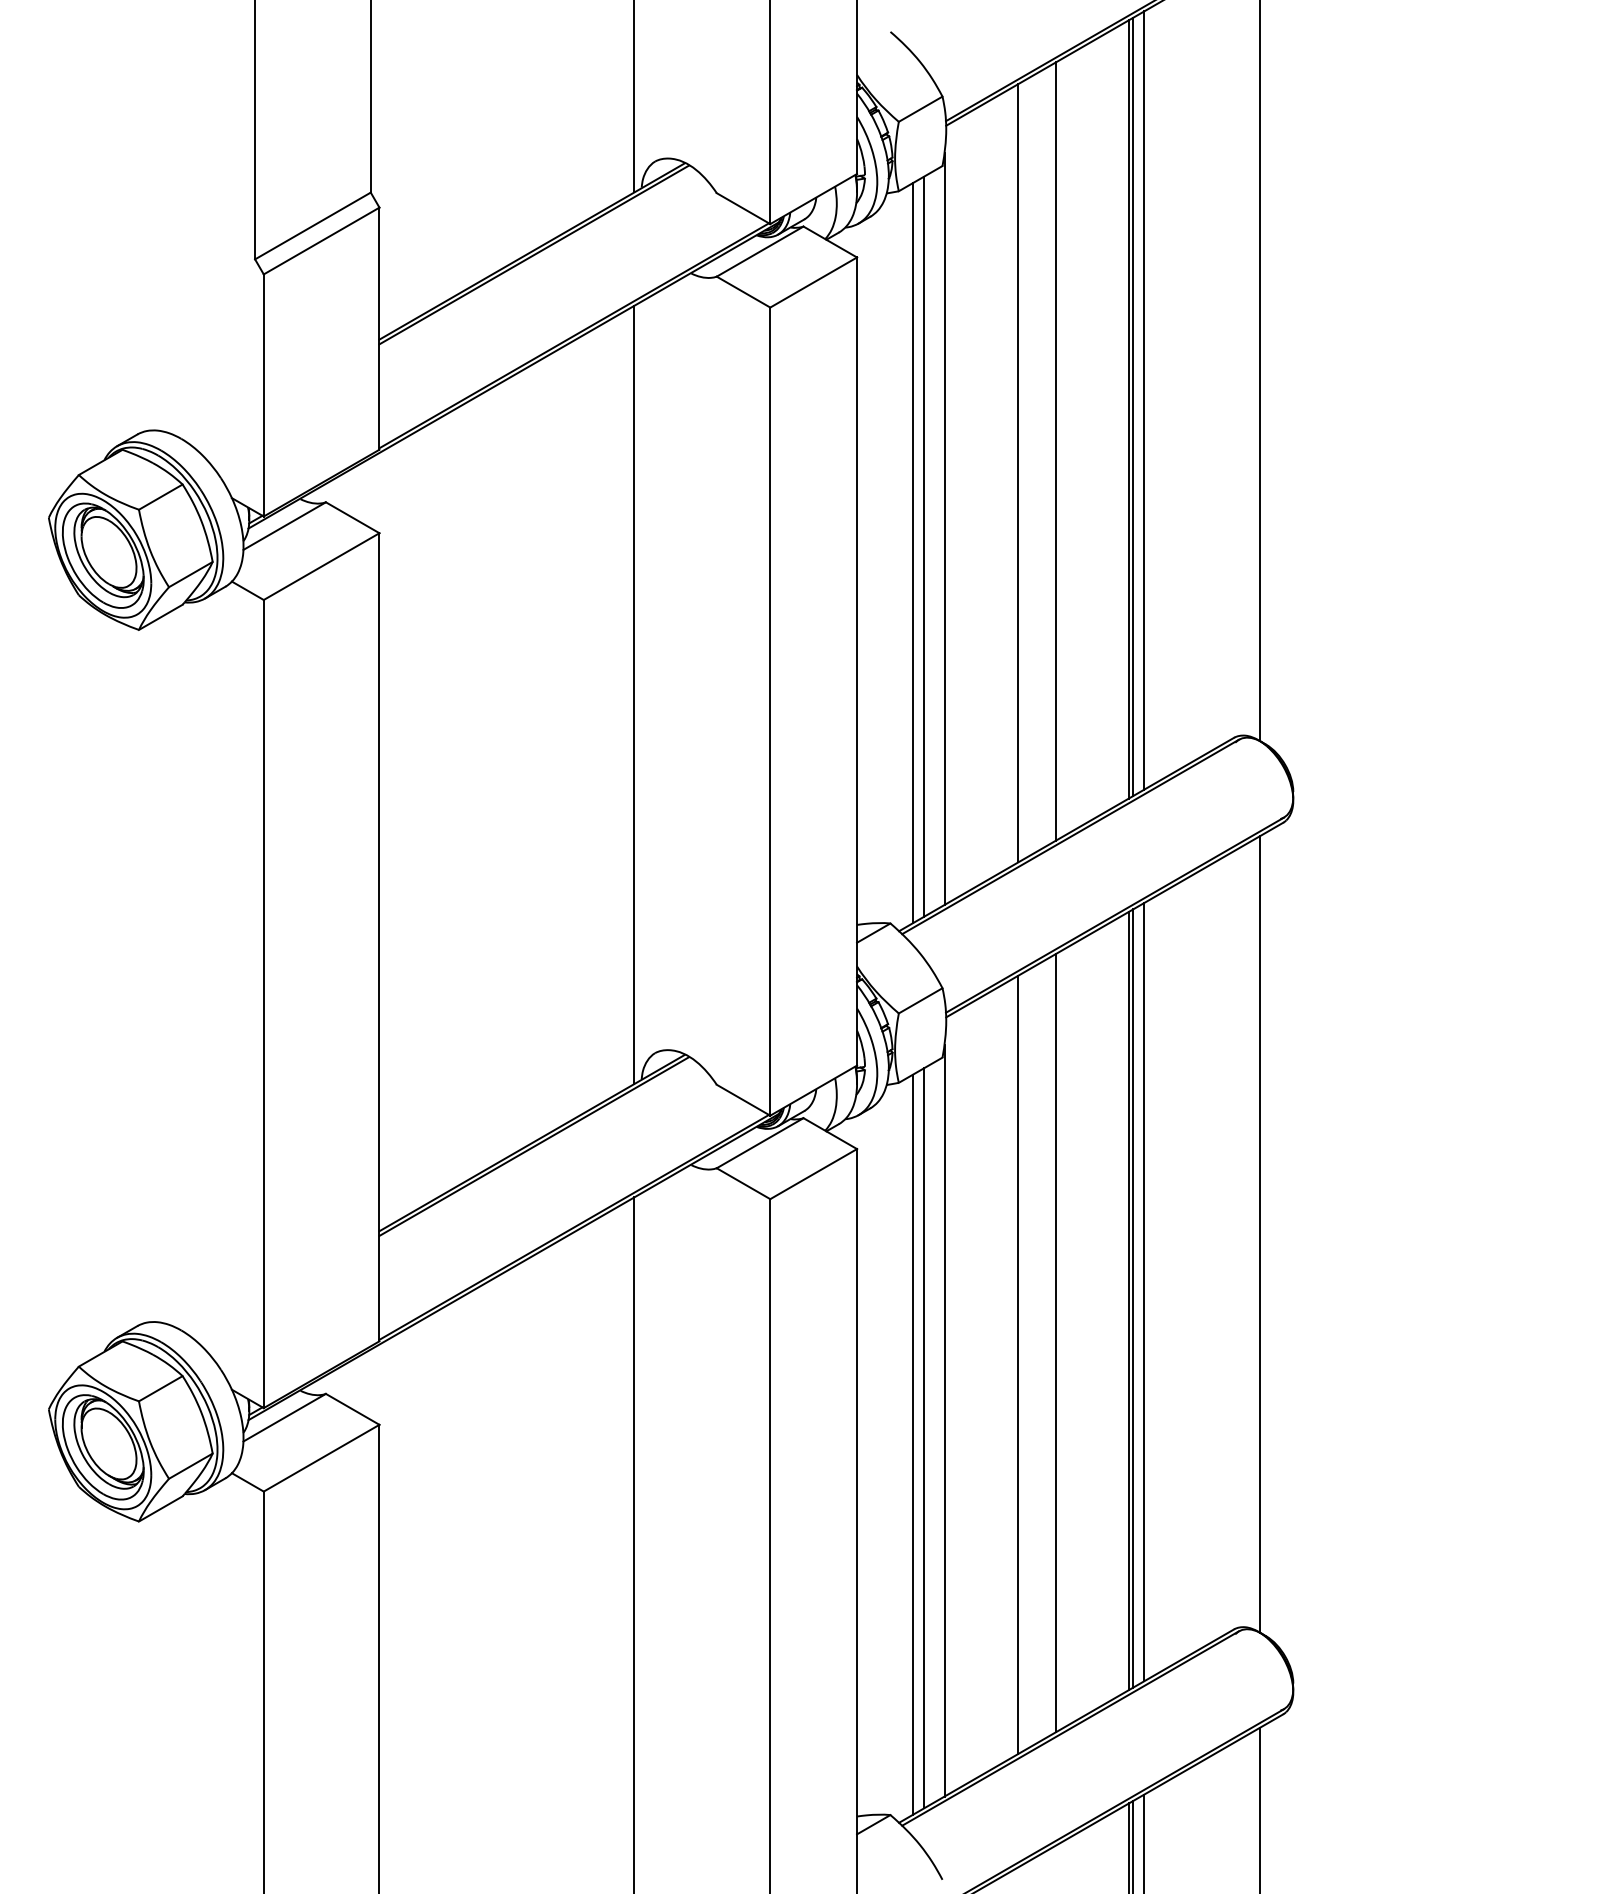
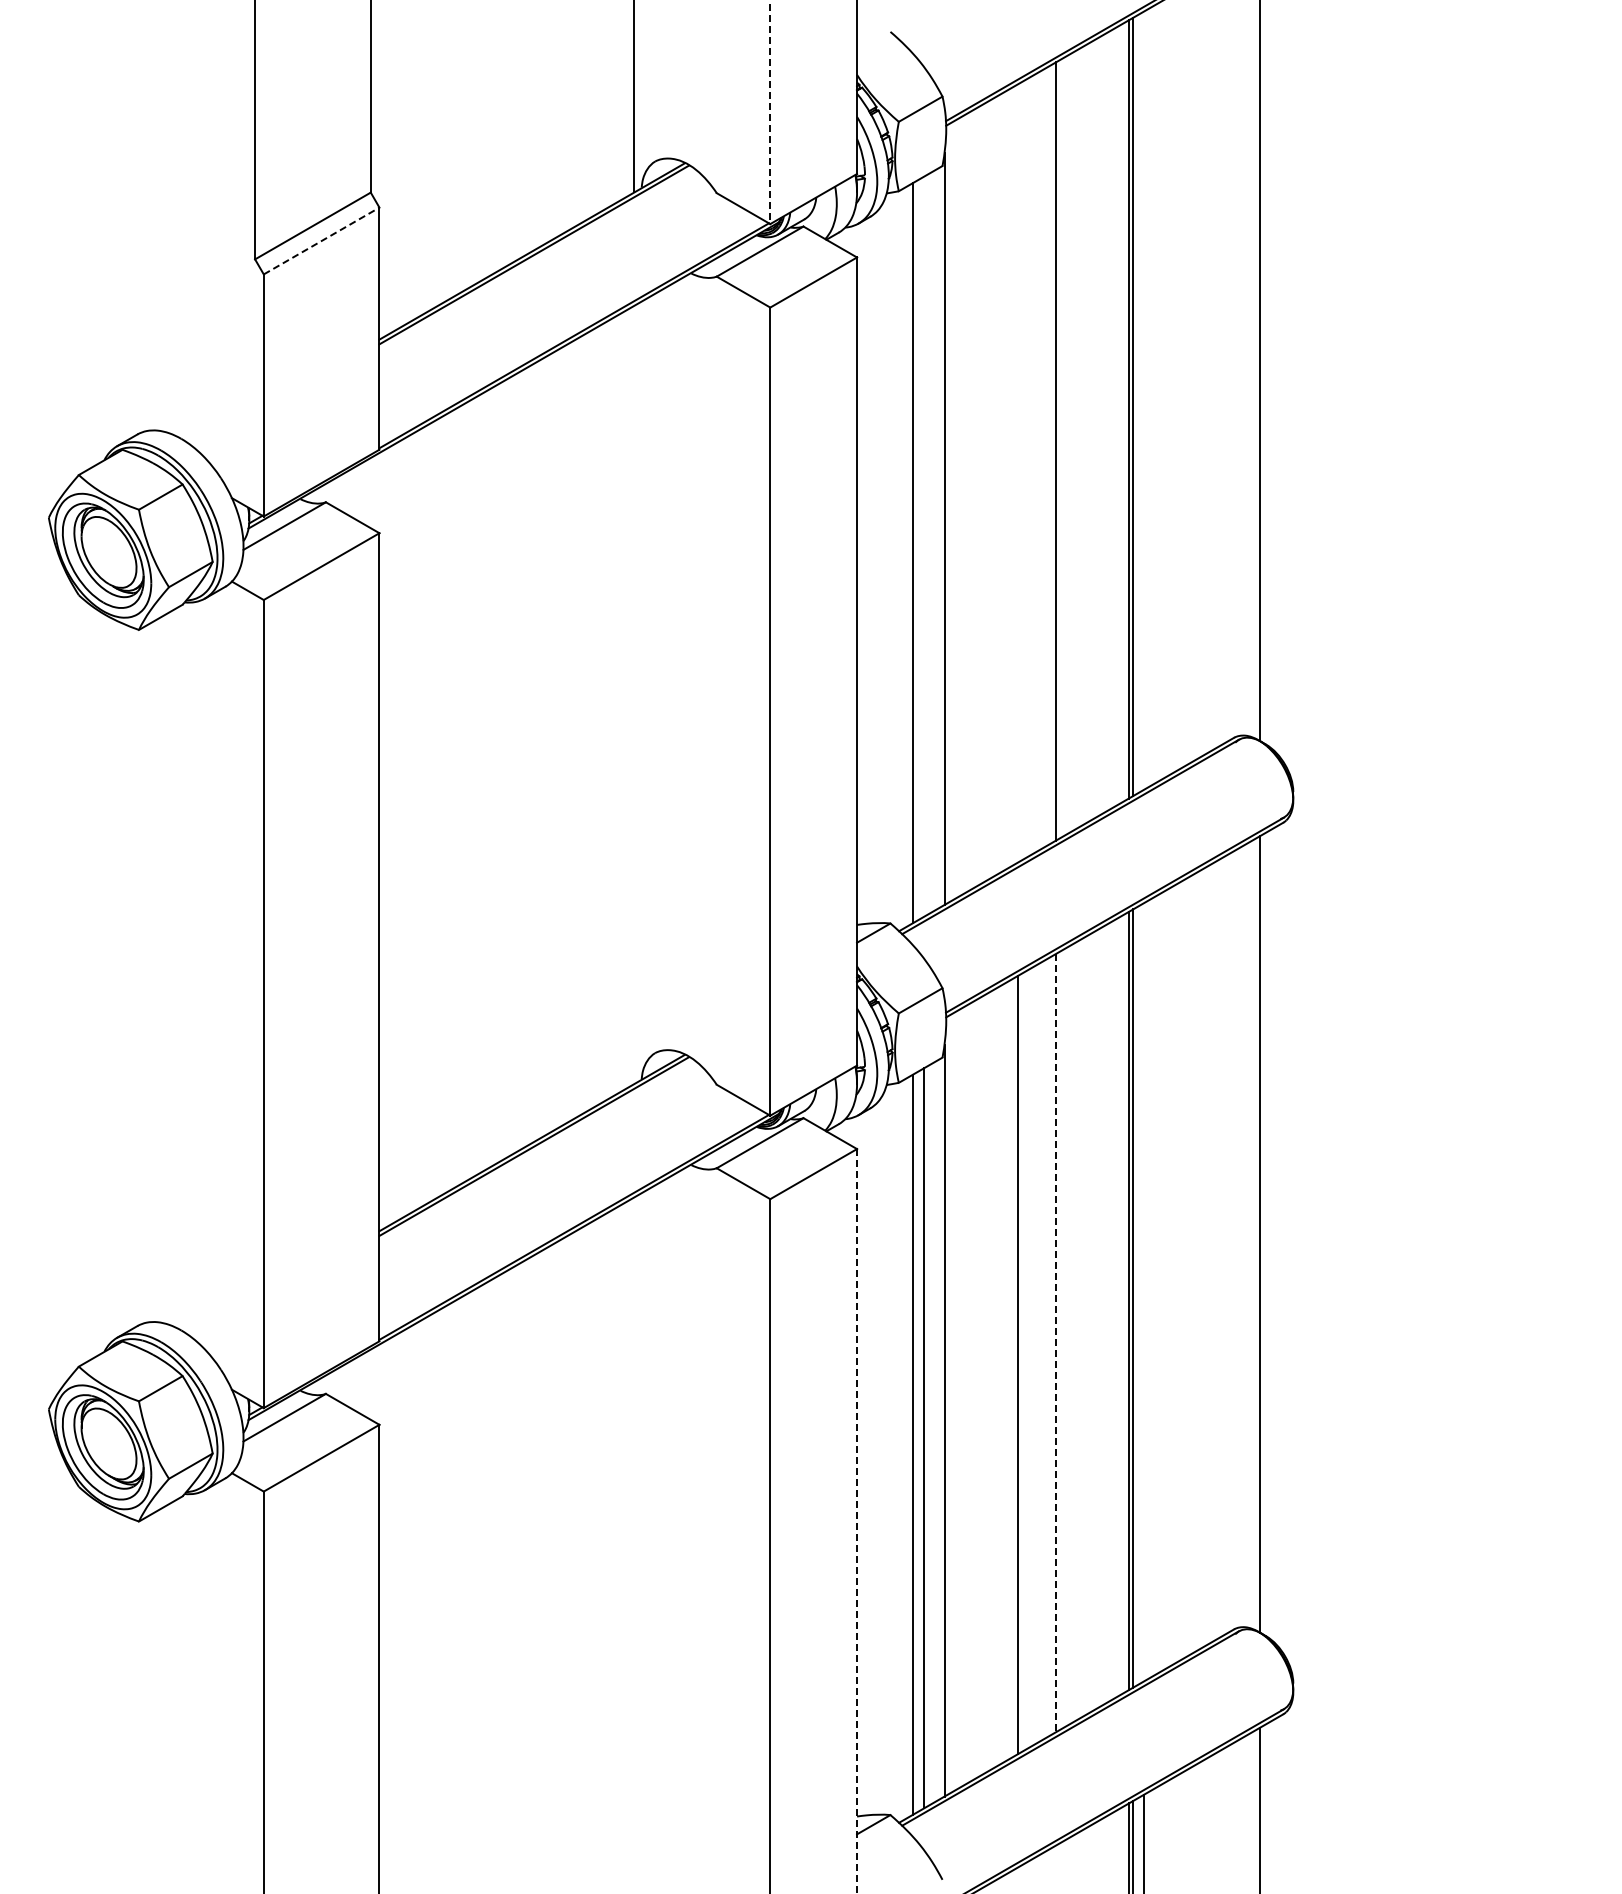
line at (770, 112): solid -> dashed
line at (321, 241): solid -> dashed
line at (1144, 400): present -> none
line at (1018, 473): present -> none
line at (924, 546): present -> none
line at (634, 694): present -> none
line at (1144, 1291): present -> none
line at (1055, 1343): solid -> dashed
line at (857, 1521): solid -> dashed
line at (634, 1543): present -> none
